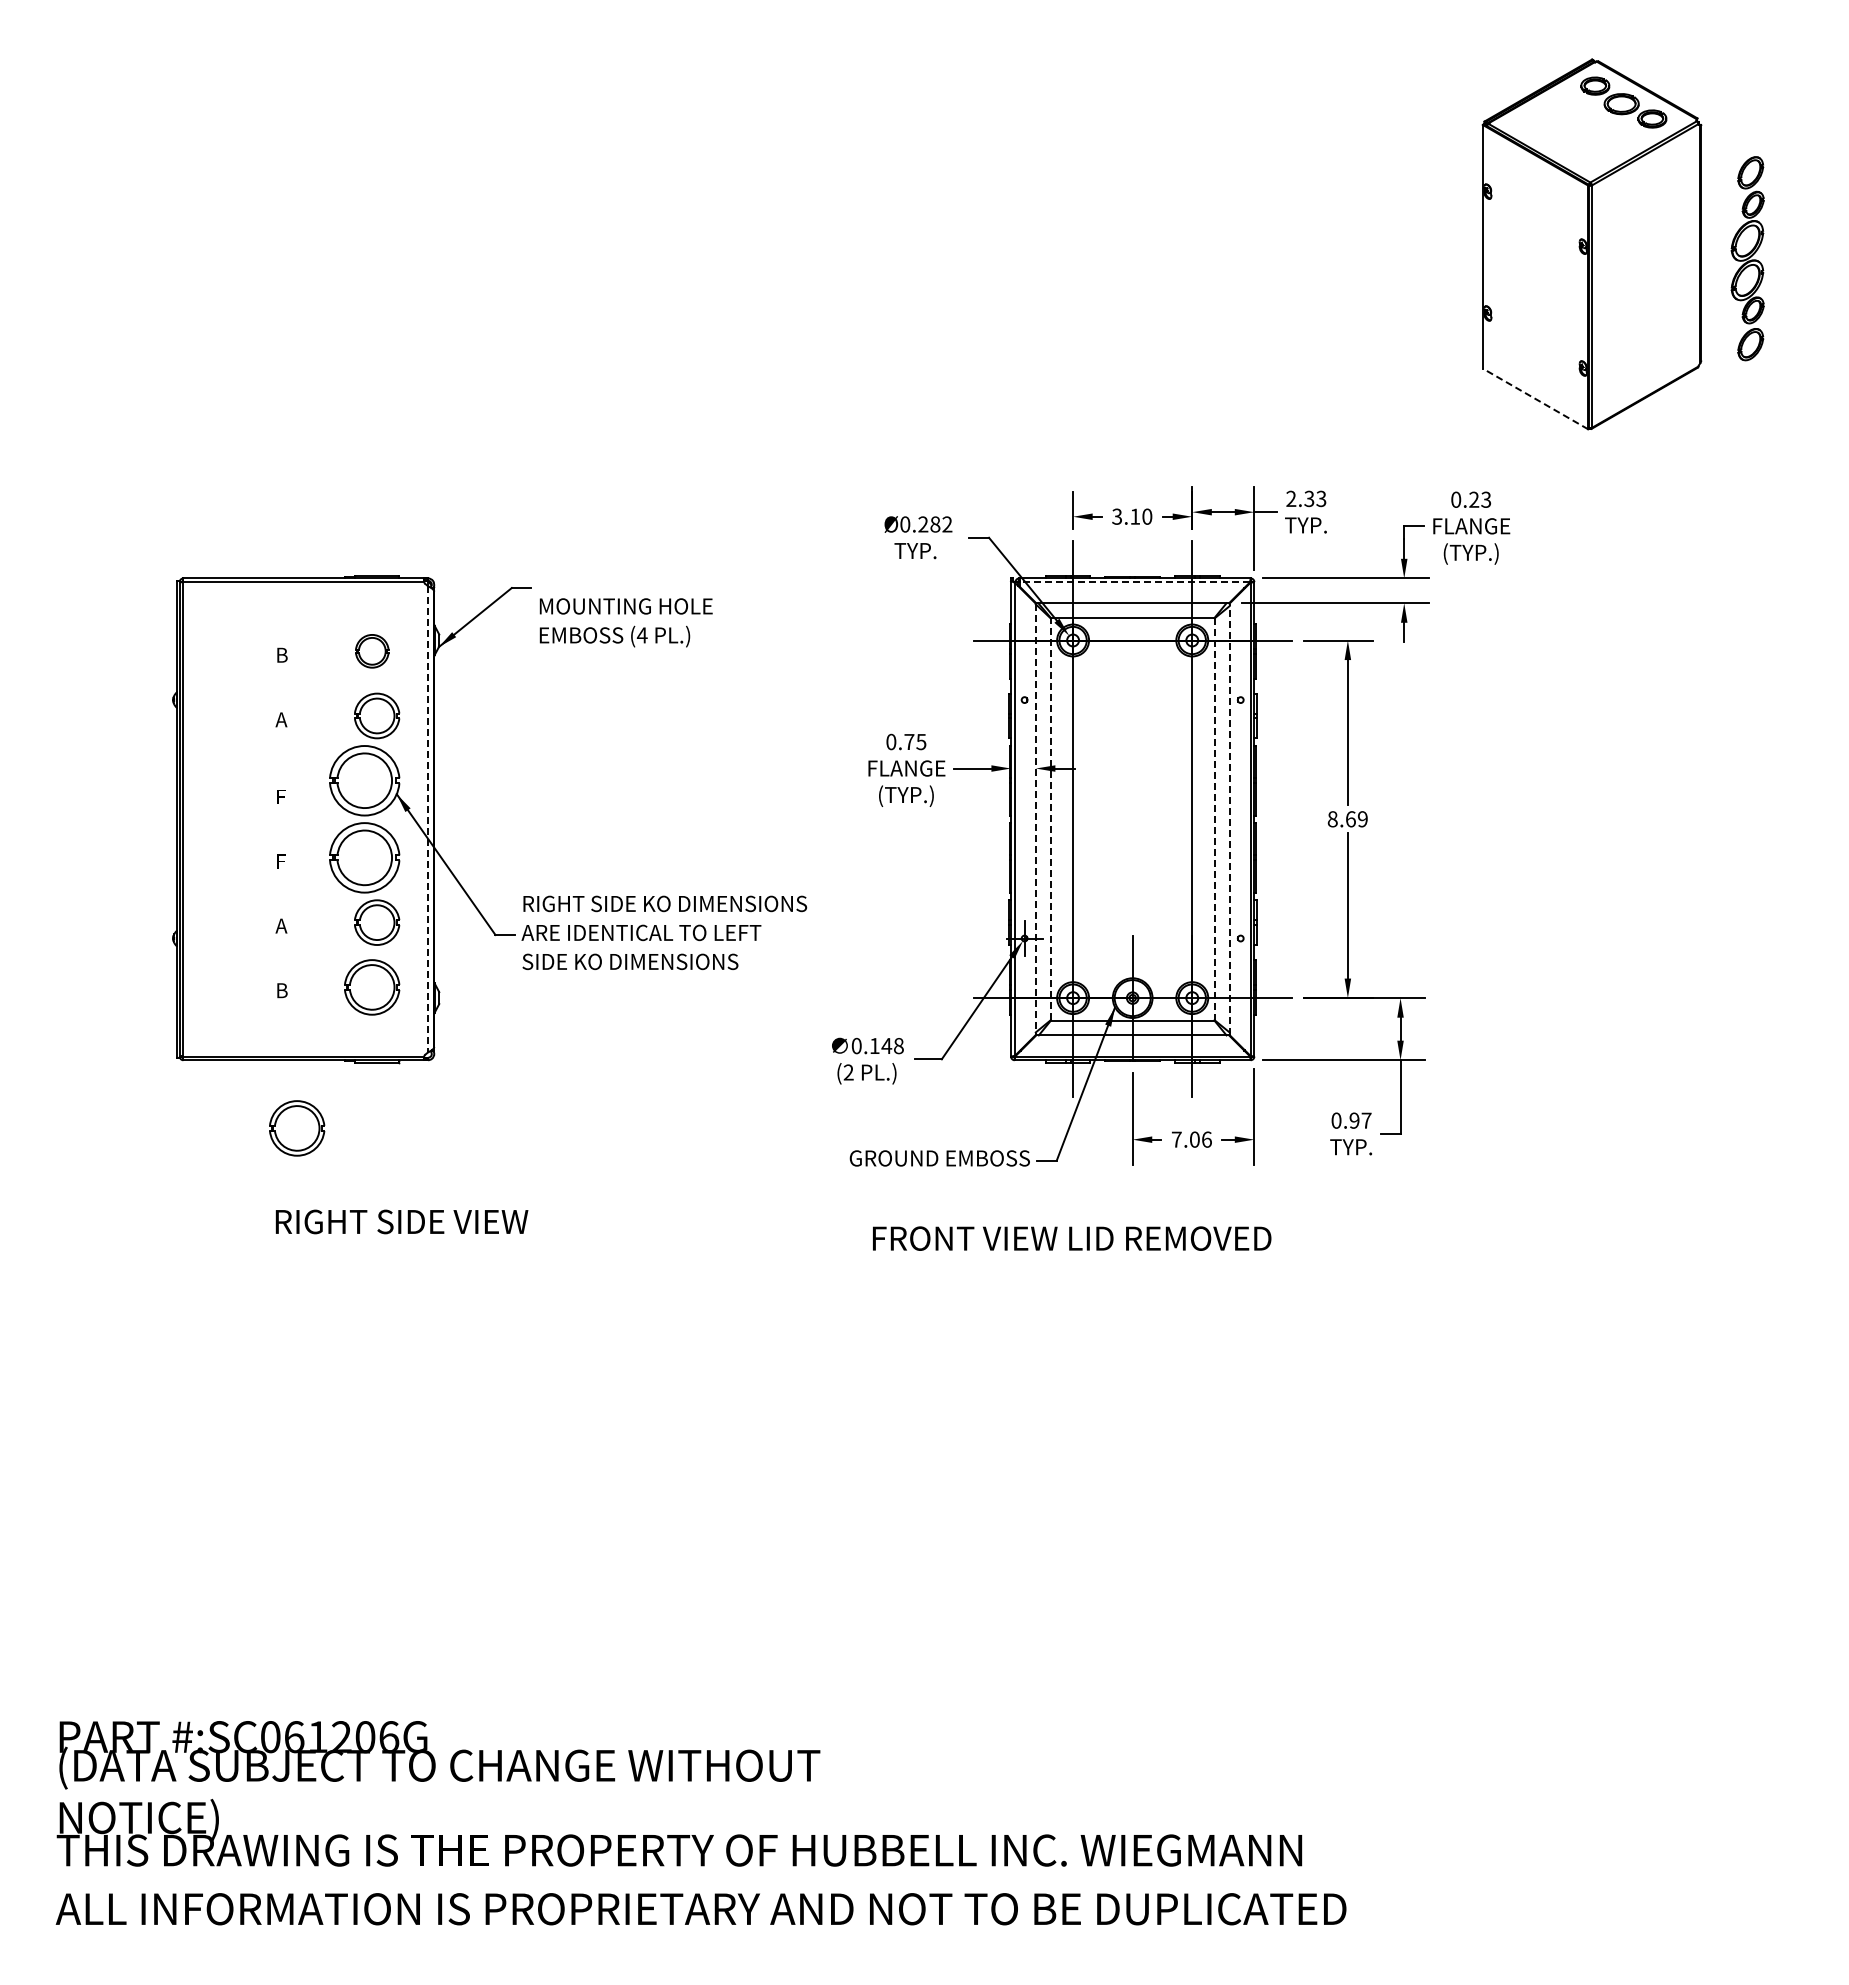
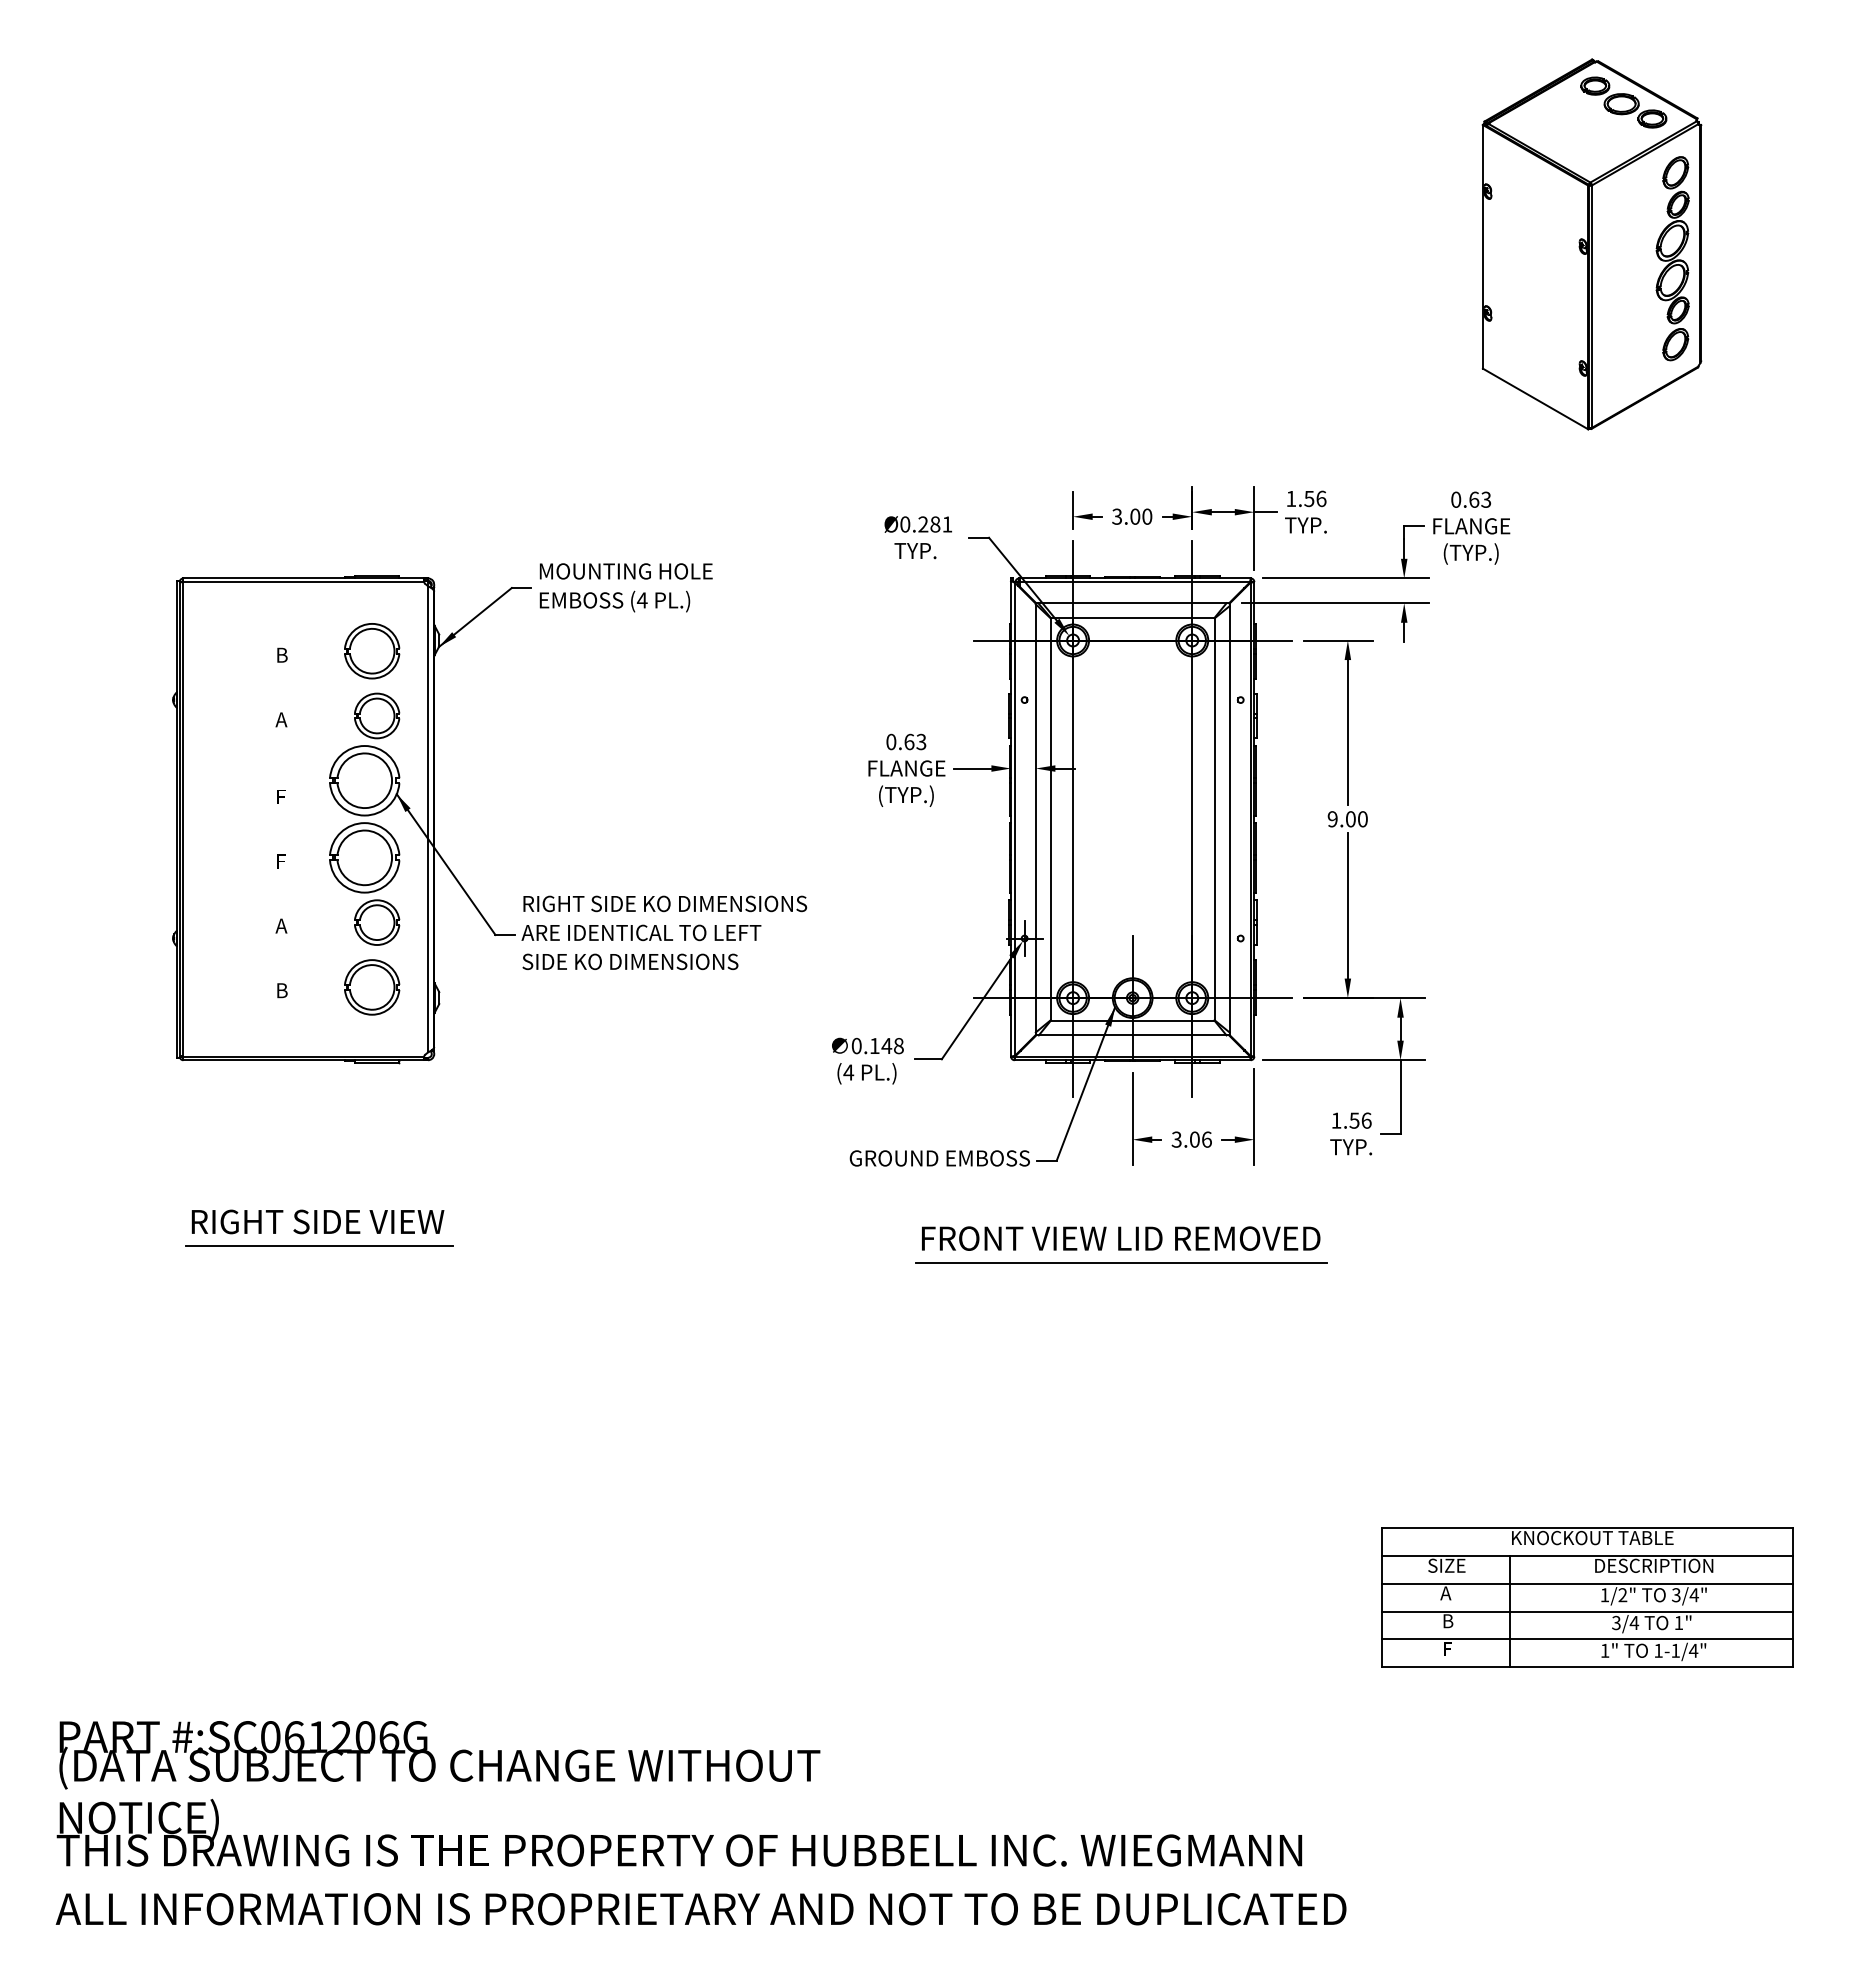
part at (1747, 258) position: (1747, 258) -> (1672, 258)
line at (1535, 399): dashed -> solid
text at (1306, 498): 2.33 -> 1.56
text at (1474, 499): 0.23 -> 0.63
text at (1135, 516): 3.10 -> 3.00
text at (947, 524): Ø0.282 -> Ø0.281
line at (1134, 582): dashed -> solid
text at (625, 622) position: (625, 622) -> (625, 587)
part at (372, 651) size: 35x35 px -> 57x57 px
text at (915, 741): 0.75 -> 0.63
line at (428, 819): dashed -> solid
line at (1035, 819): dashed -> solid
line at (1050, 819): dashed -> solid
line at (1214, 819): dashed -> solid
line at (1229, 819): dashed -> solid
text at (1347, 819): 8.69 -> 9.00
text at (848, 1072): (2 -> (4
text at (1351, 1120): 0.97 -> 1.56
part at (297, 1128): present -> none
text at (1176, 1139): 7.06 -> 3.06
text at (401, 1221) position: (401, 1221) -> (317, 1221)
text at (1072, 1238) position: (1072, 1238) -> (1121, 1238)
line at (319, 1246): none -> present
line at (1121, 1262): none -> present
part at (1587, 1597): none -> present
